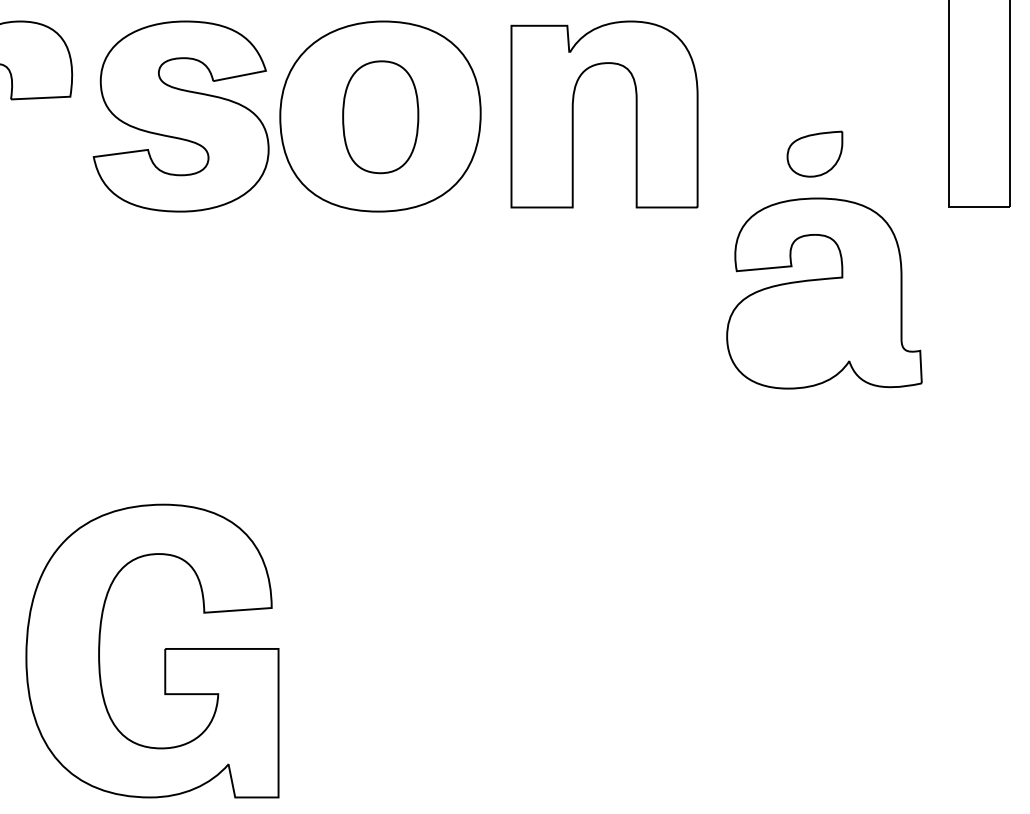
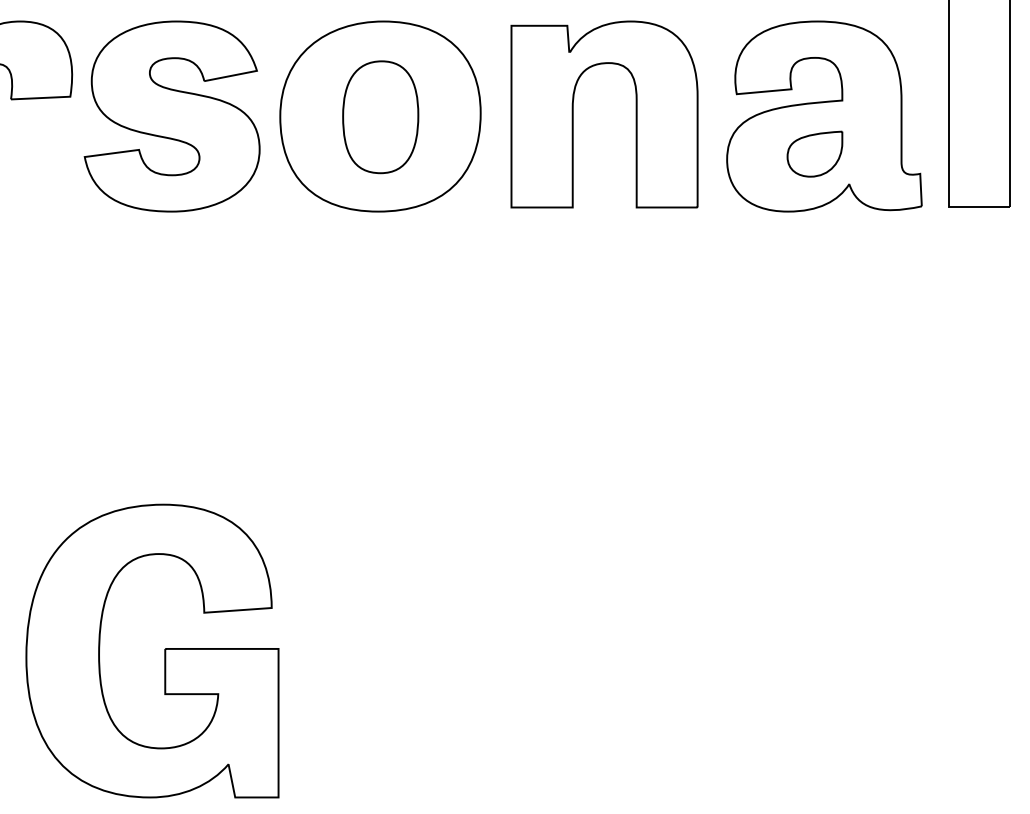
part at (180, 116) position: (180, 116) -> (171, 116)
part at (824, 293) position: (824, 293) -> (824, 116)
